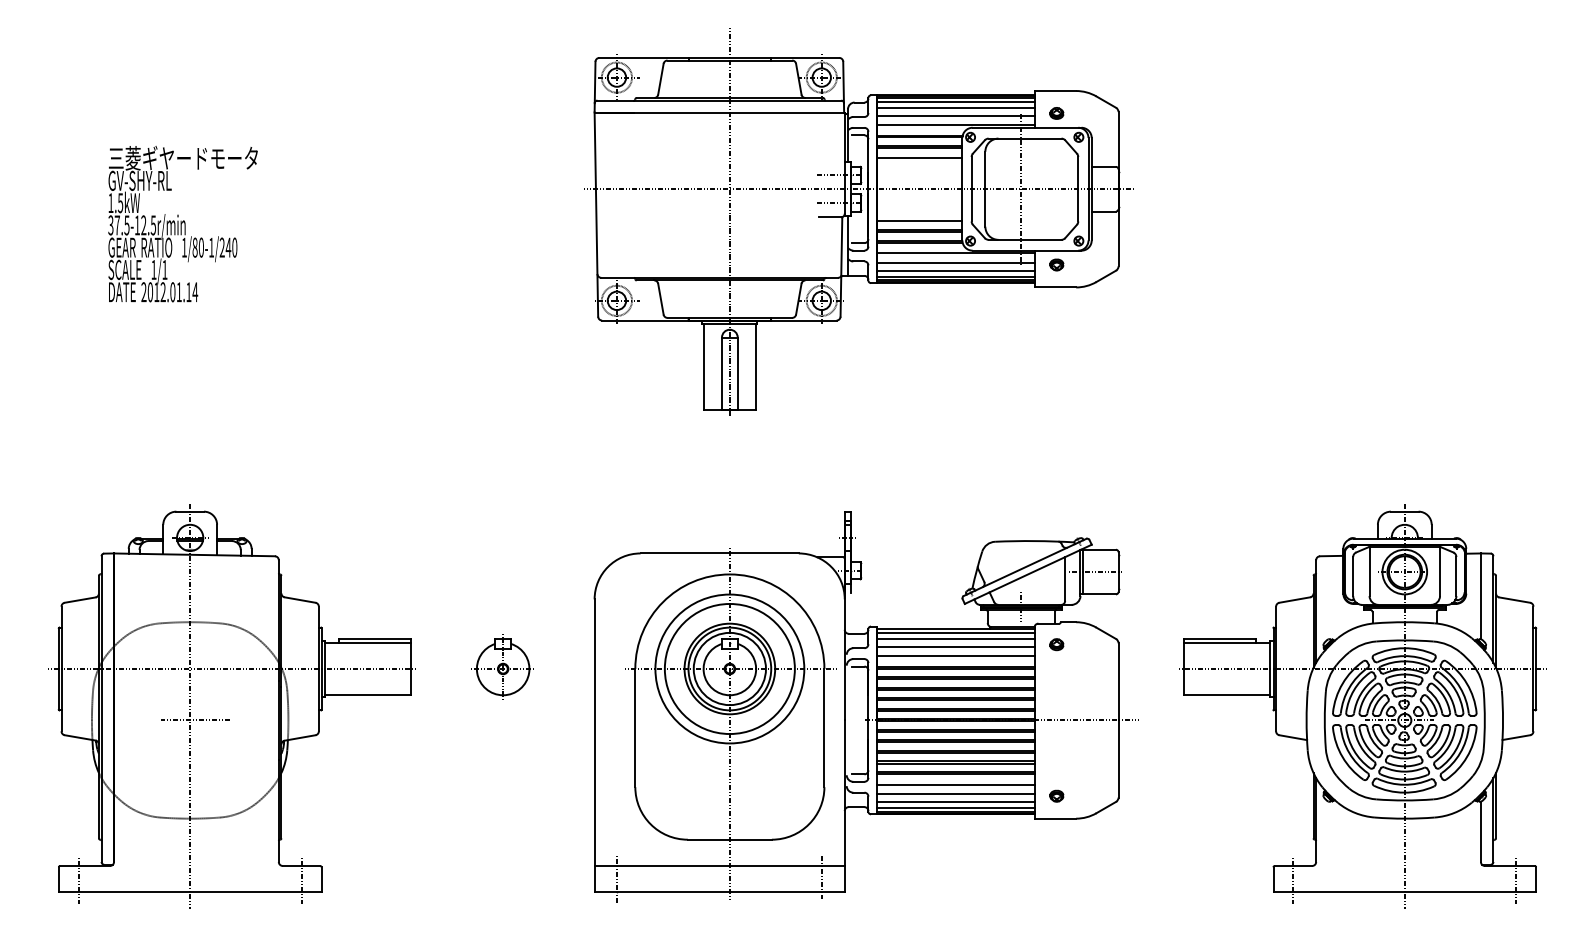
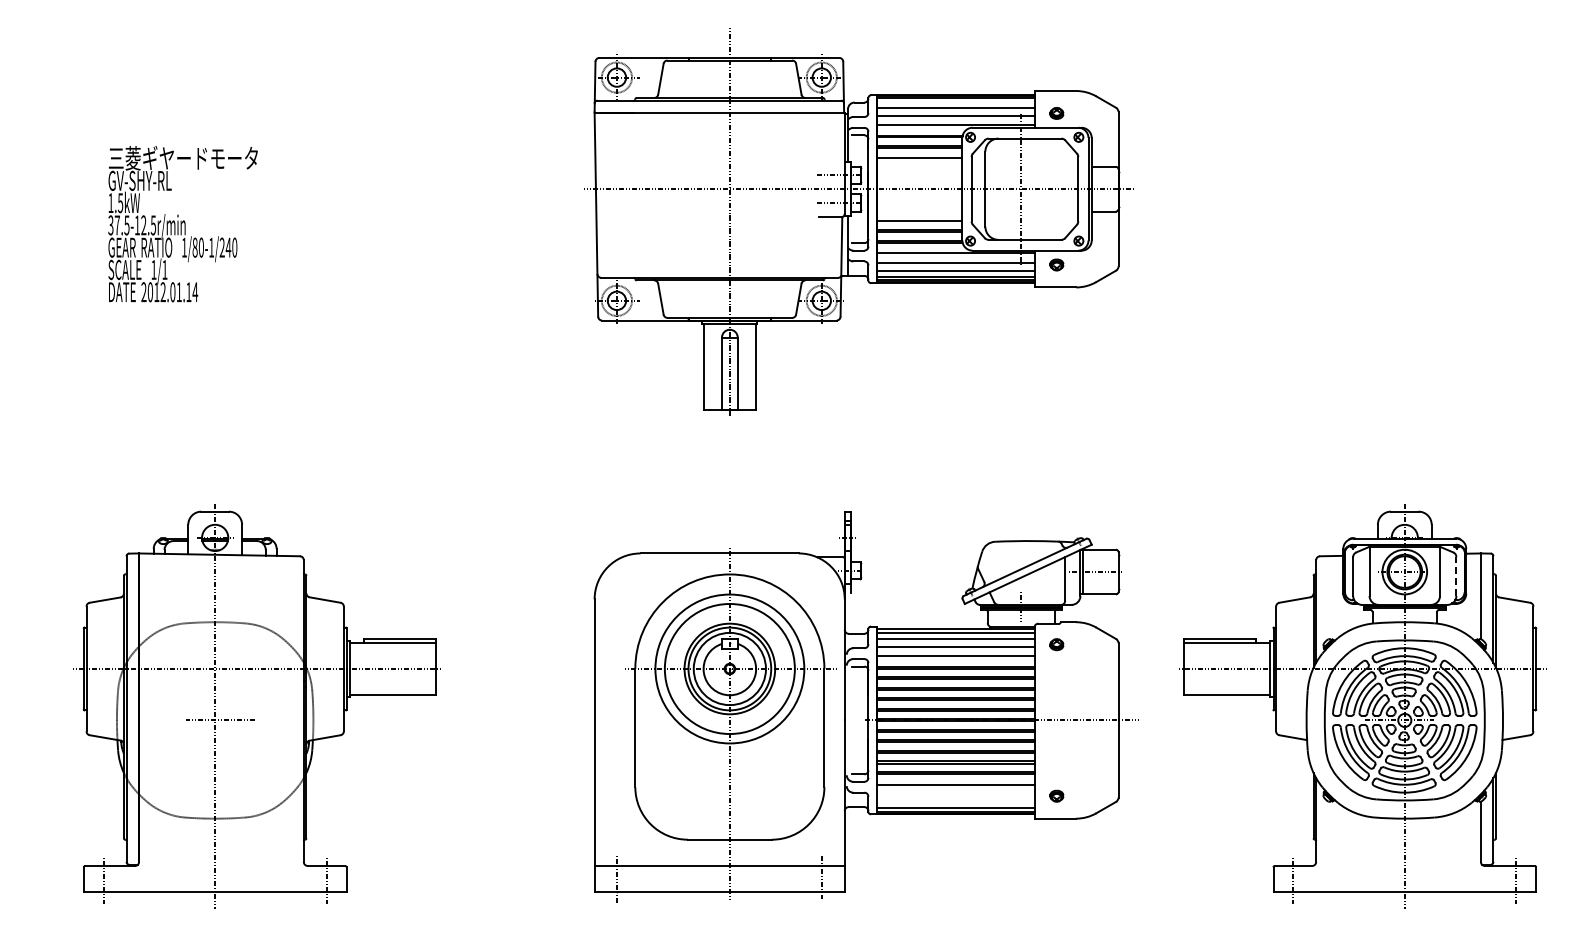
line at (955, 101): present -> none
line at (1456, 576): solid -> dashed
part at (502, 666): present -> none
part at (231, 706) position: (231, 706) -> (256, 706)
line at (955, 793): present -> none
line at (955, 801): present -> none
